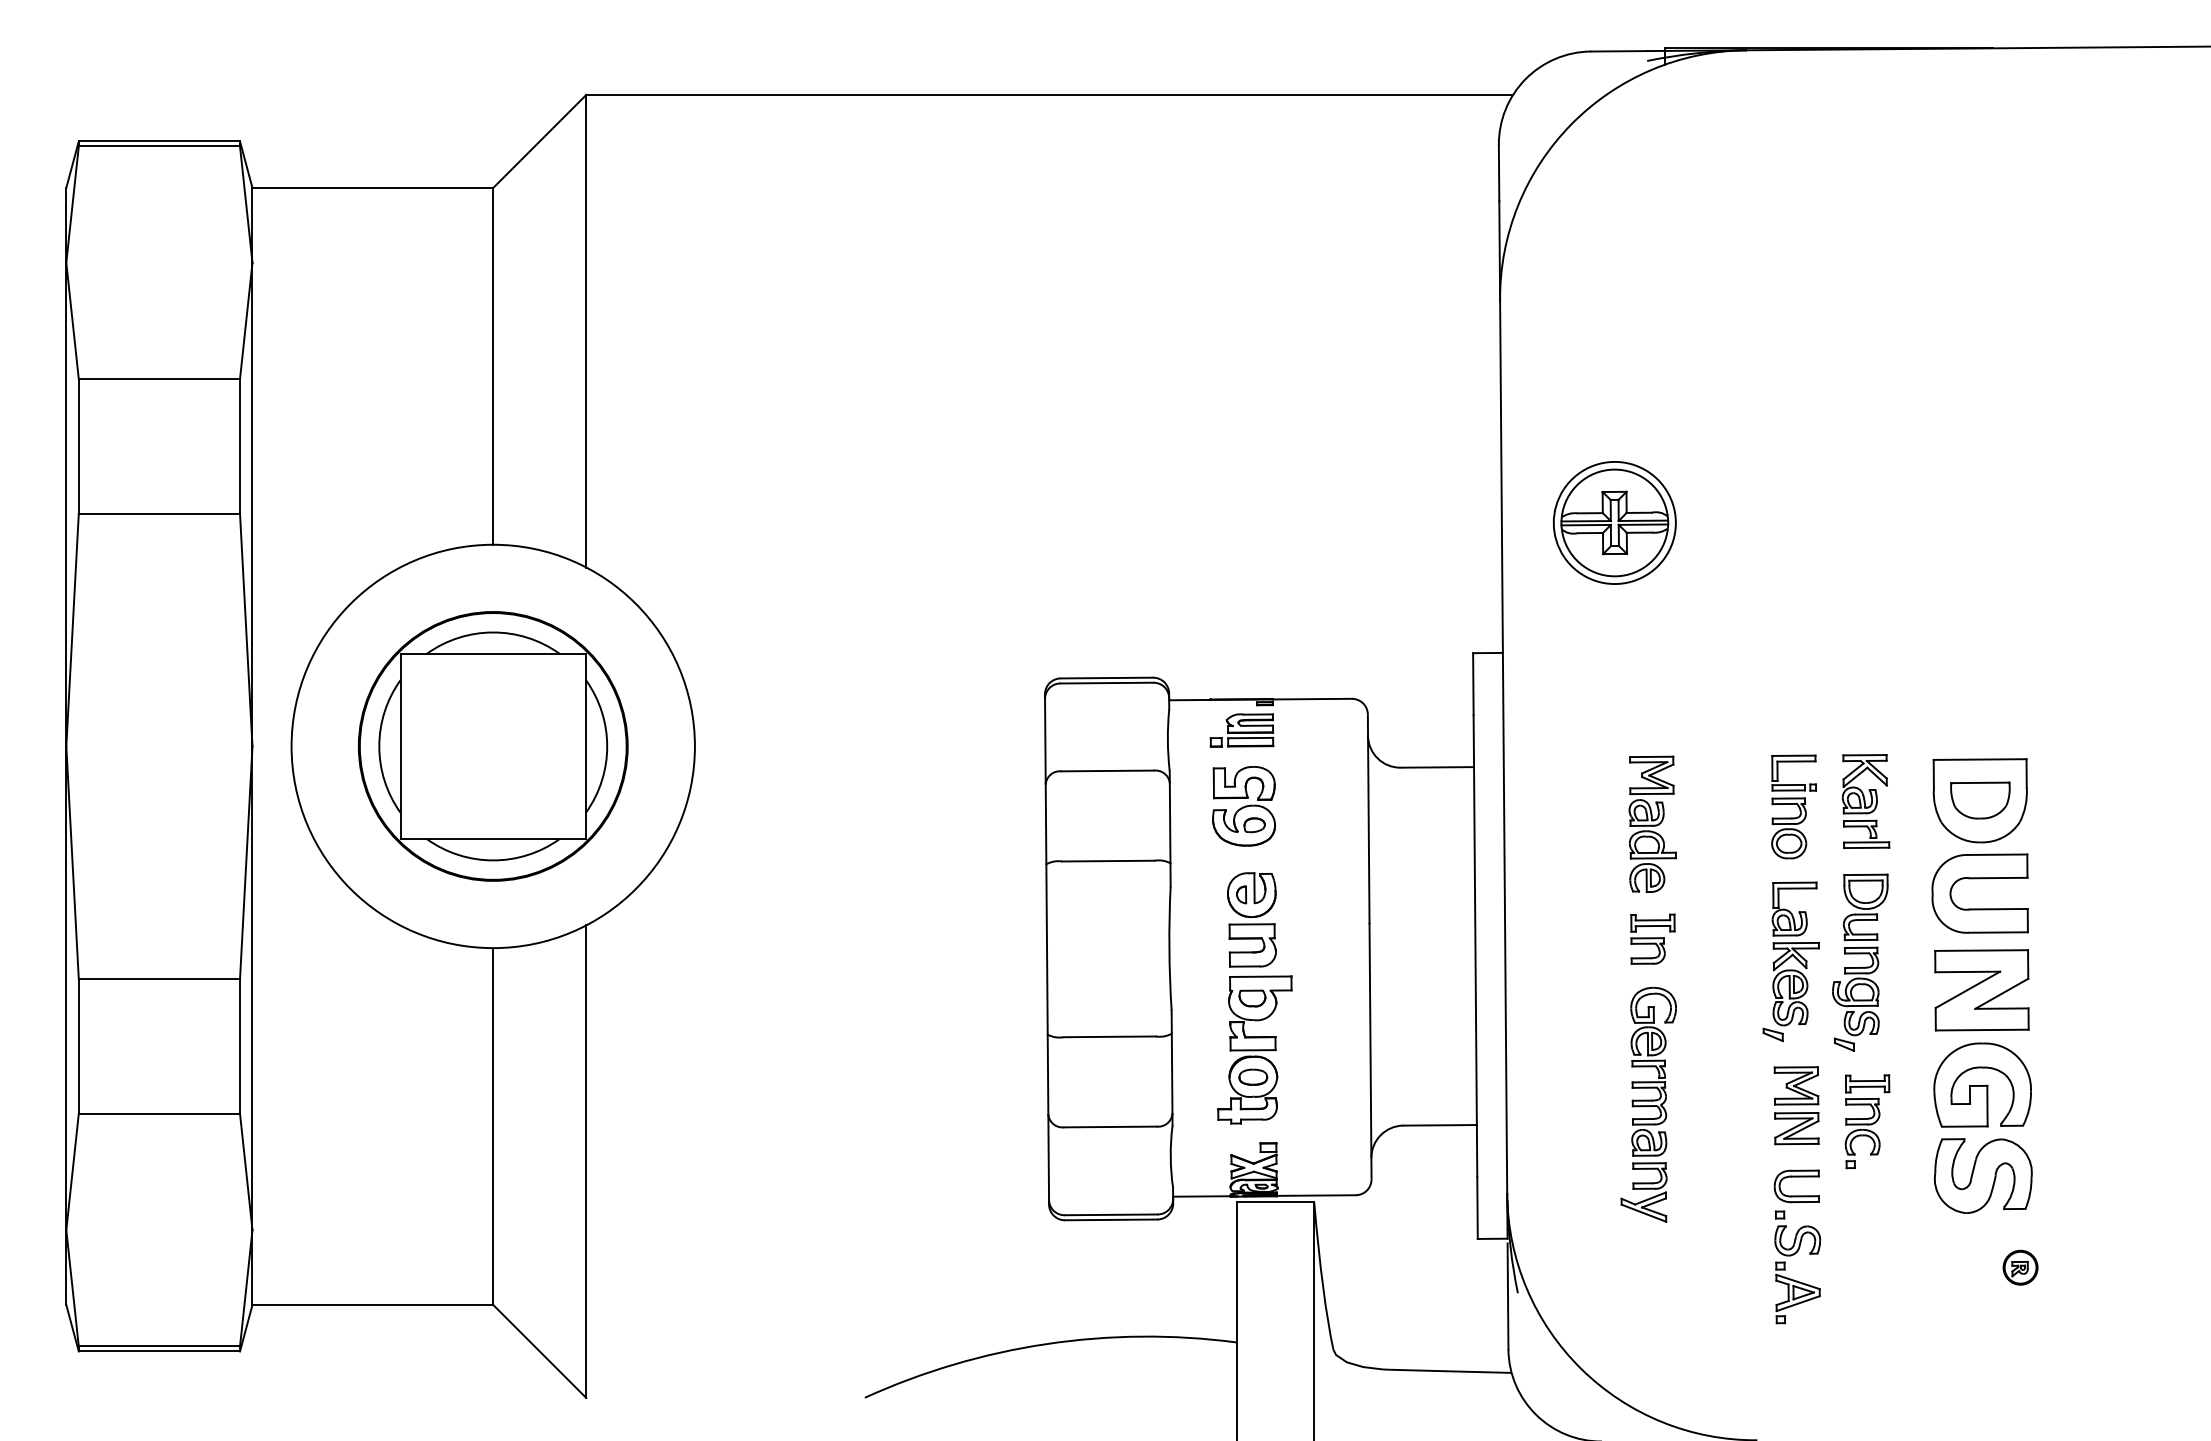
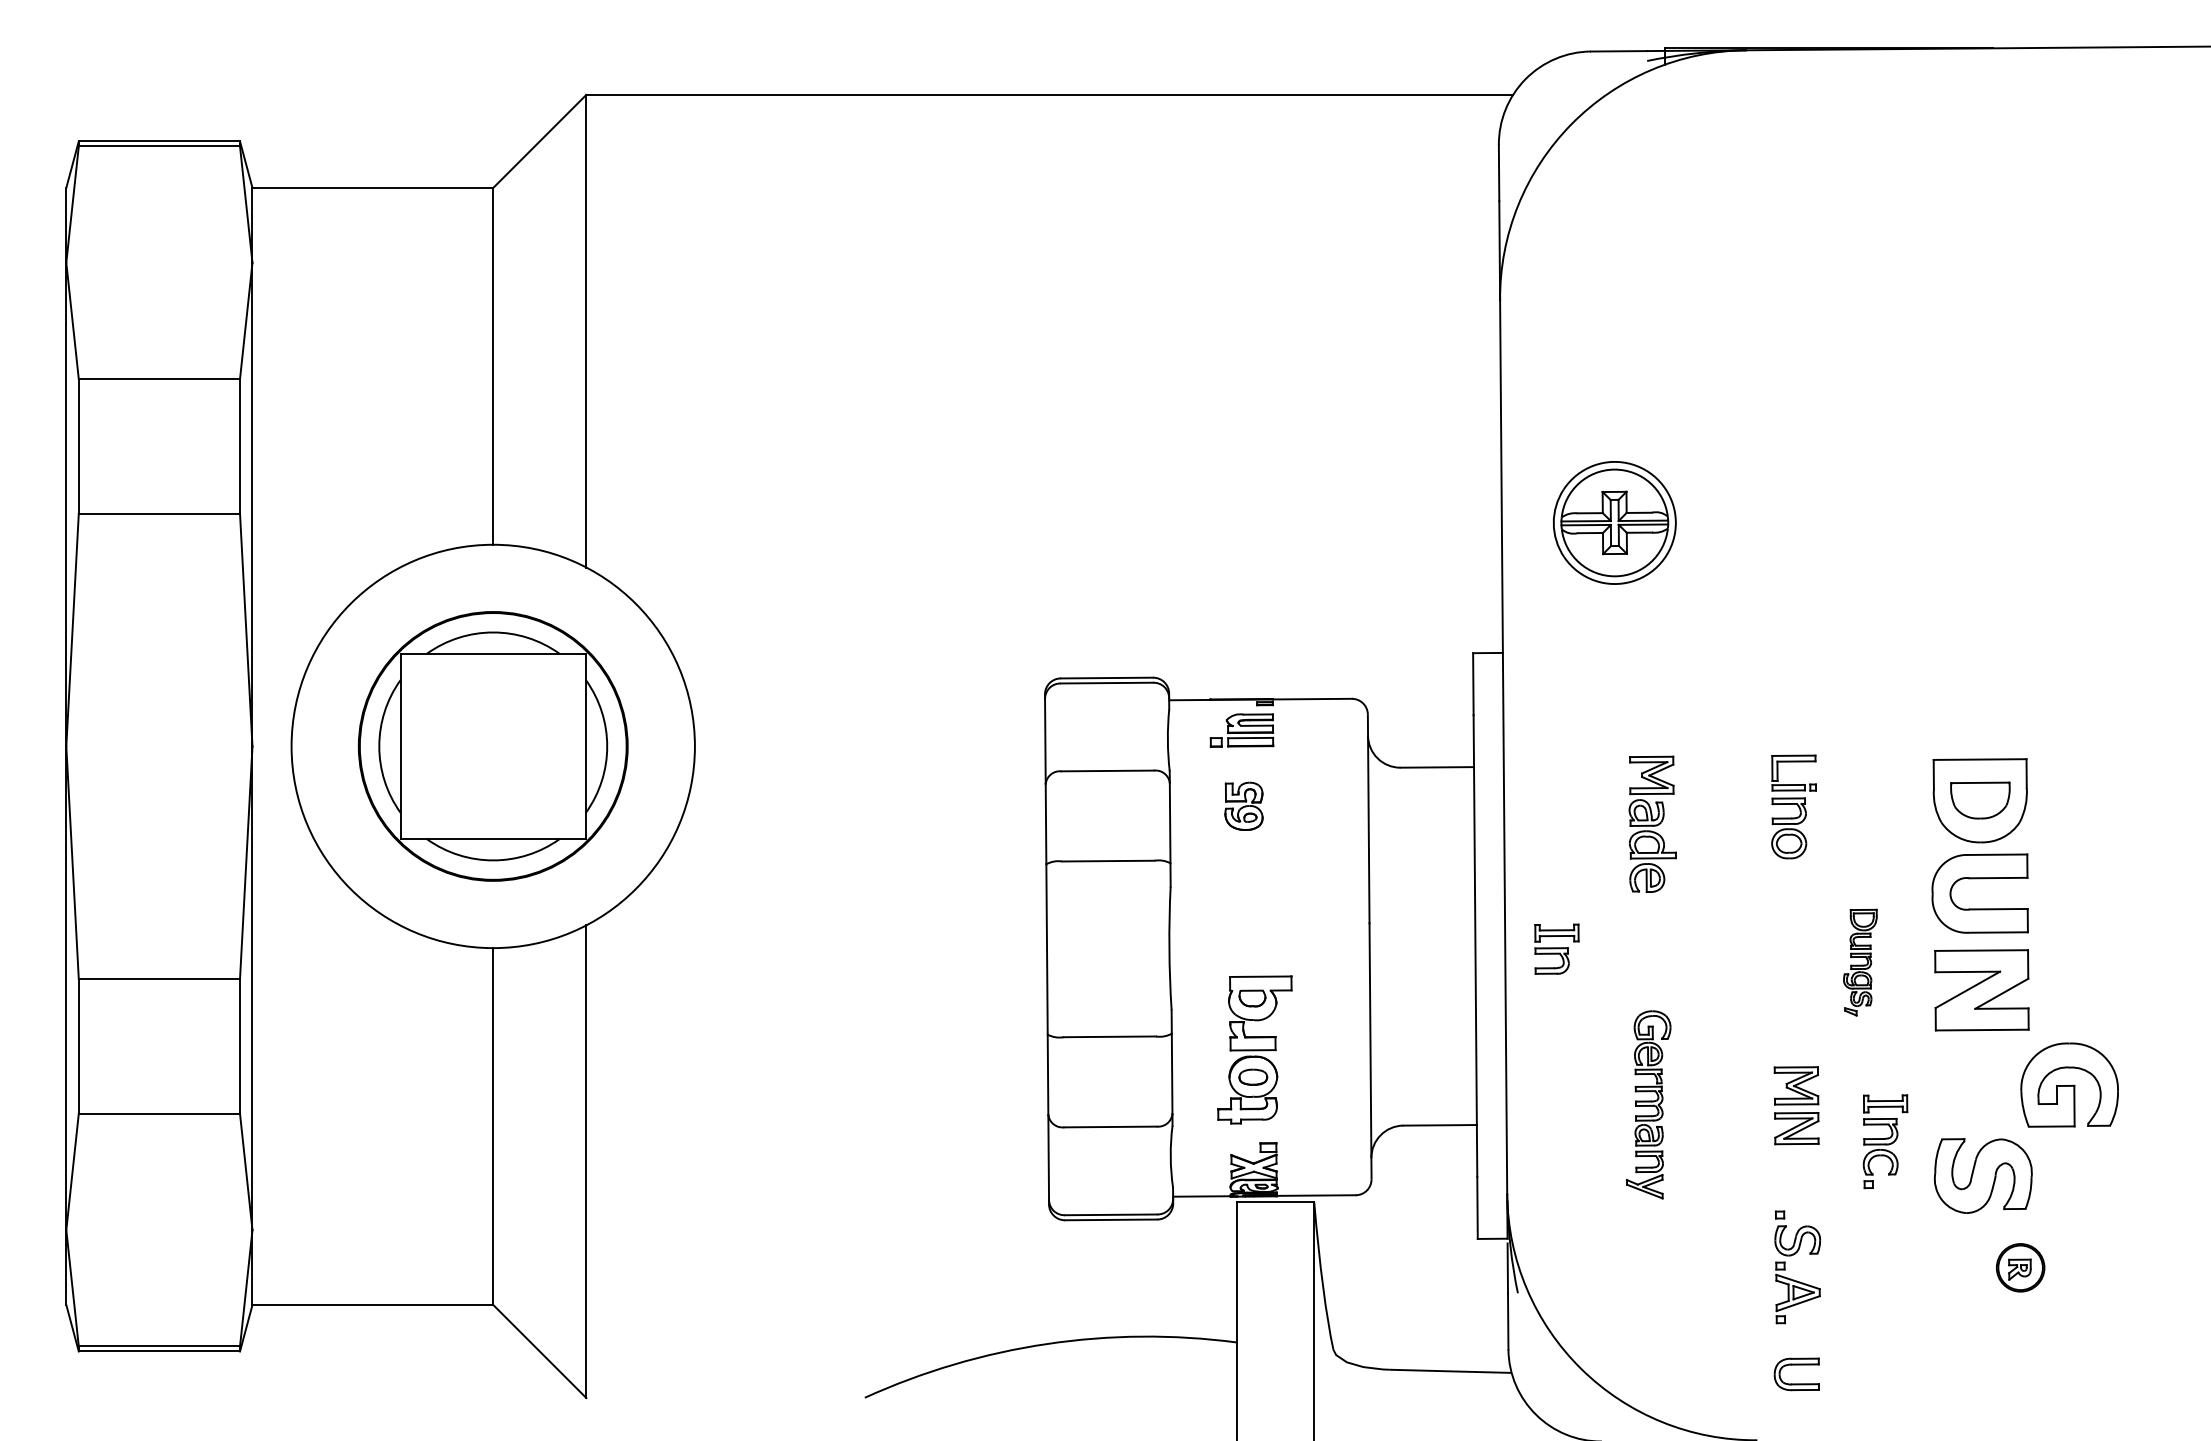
part at (1865, 801): present -> none
part at (1243, 806) size: 64x81 px -> 40x50 px
part at (1251, 919): present -> none
part at (1652, 938) position: (1652, 938) -> (1556, 948)
part at (1790, 961): present -> none
part at (1860, 962) size: 57x179 px -> 35x109 px
part at (1982, 1084) position: (1982, 1084) -> (2069, 1084)
part at (1648, 1104) size: 57x236 px -> 46x190 px
part at (1867, 1121) position: (1867, 1121) -> (1885, 1141)
part at (1796, 1177) position: (1796, 1177) -> (1796, 1365)
part at (2020, 1267) size: 37x37 px -> 50x50 px
